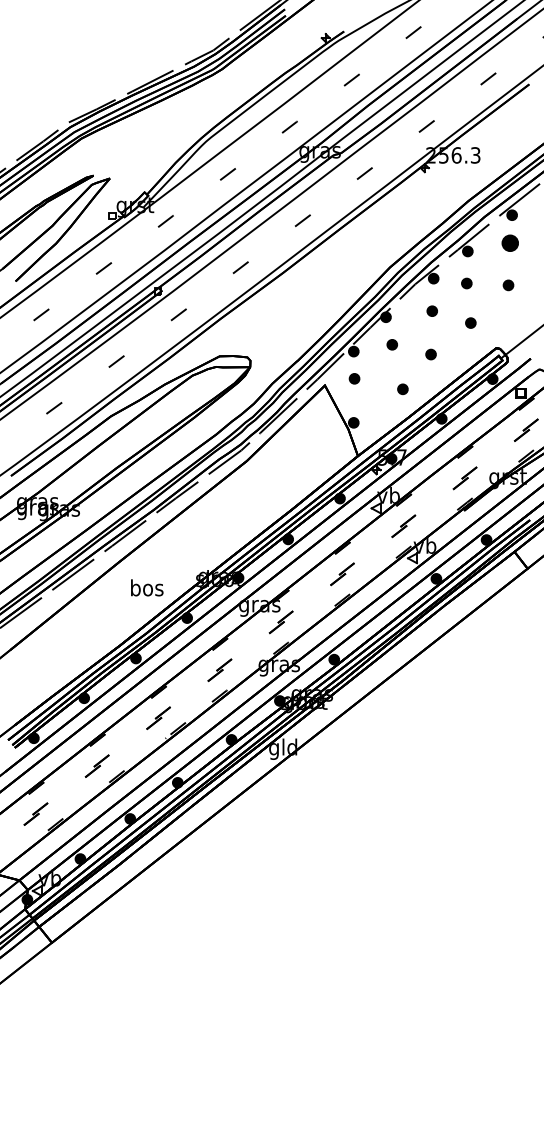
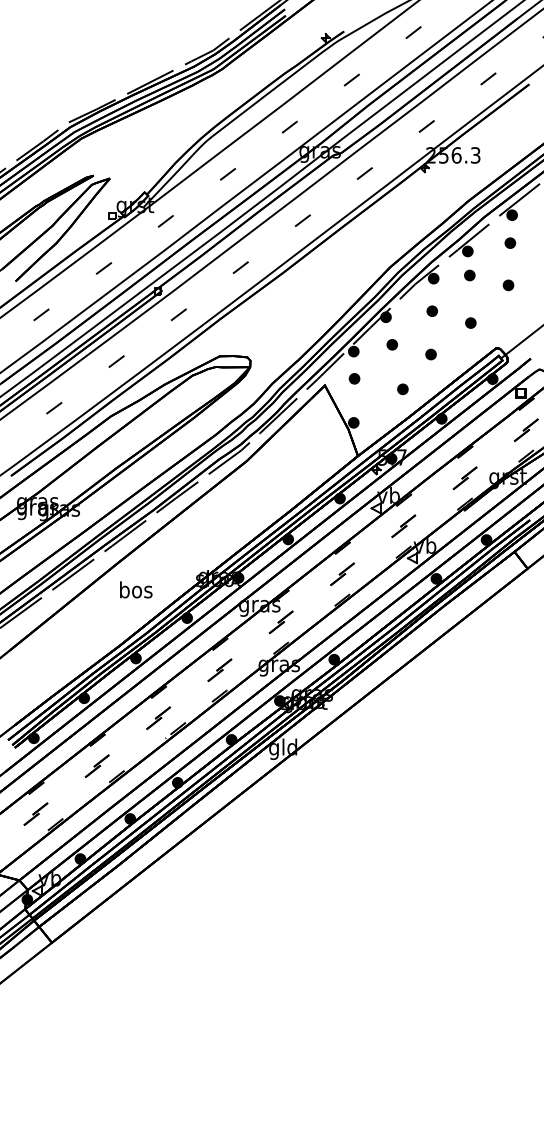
part at (509, 242) size: 18x18 px -> 13x12 px
part at (466, 283) position: (466, 283) -> (469, 275)
text at (147, 587) position: (147, 587) -> (136, 589)
